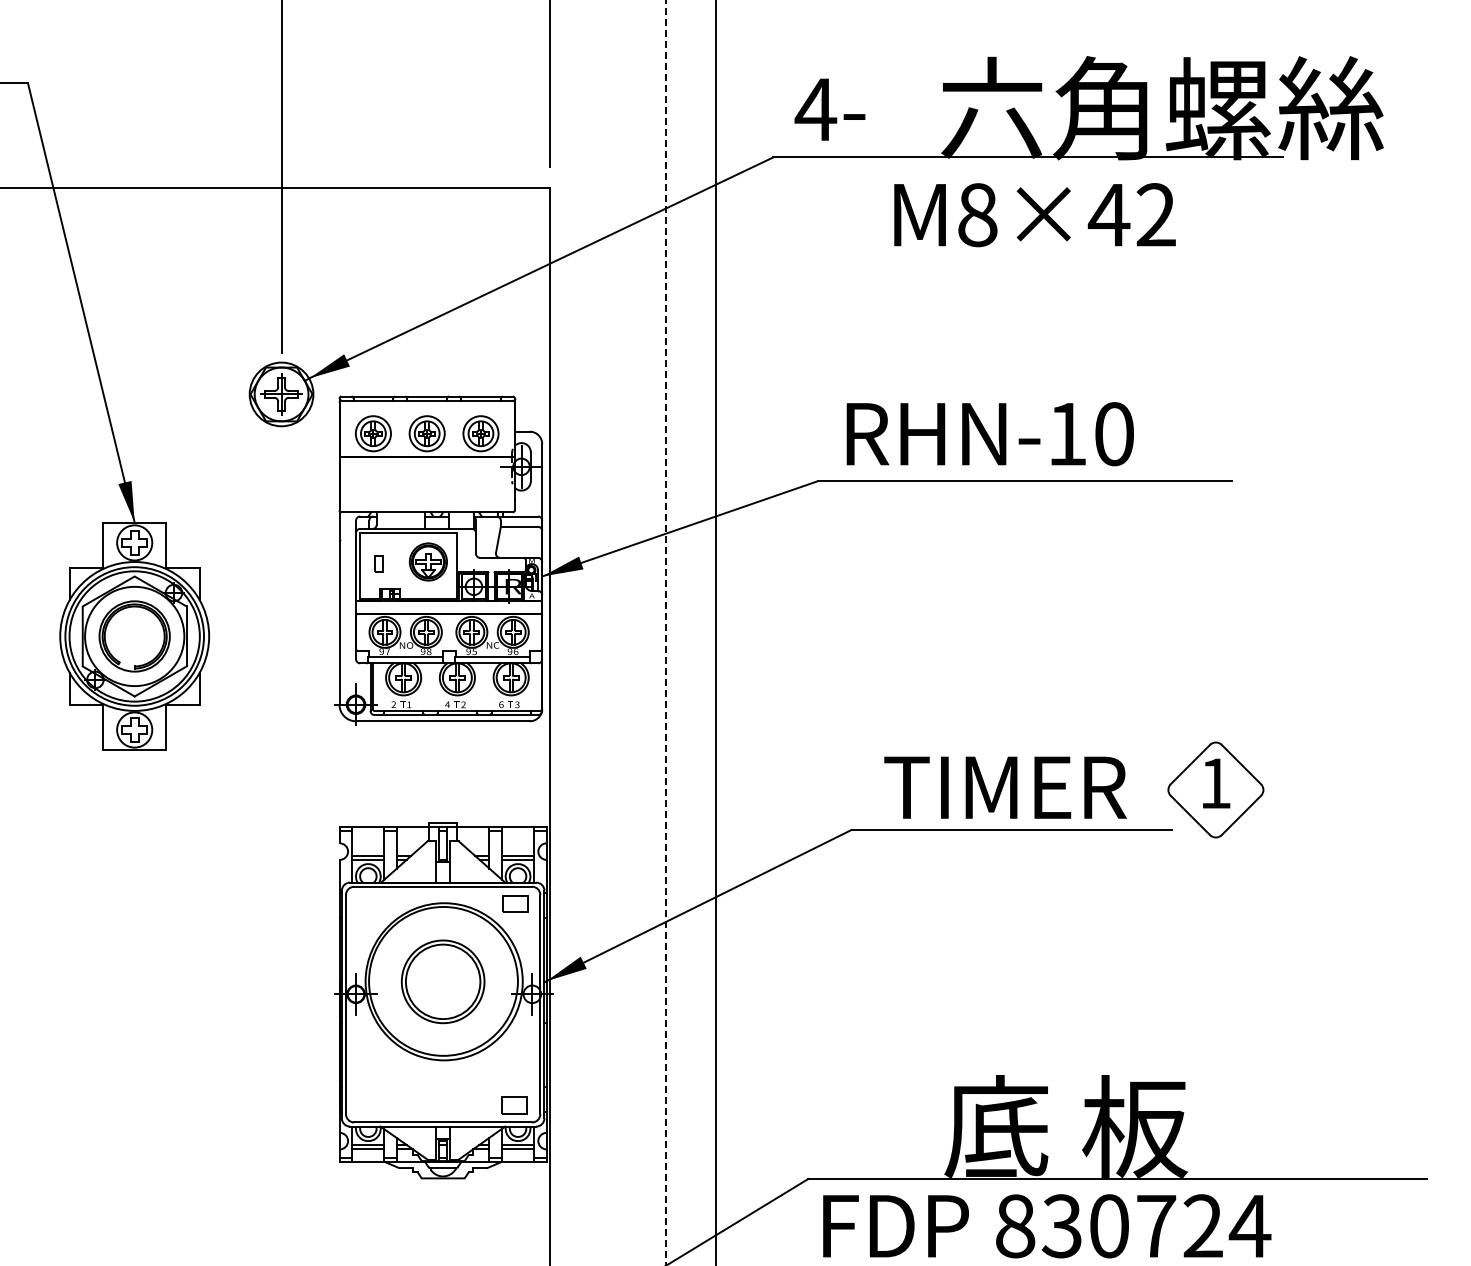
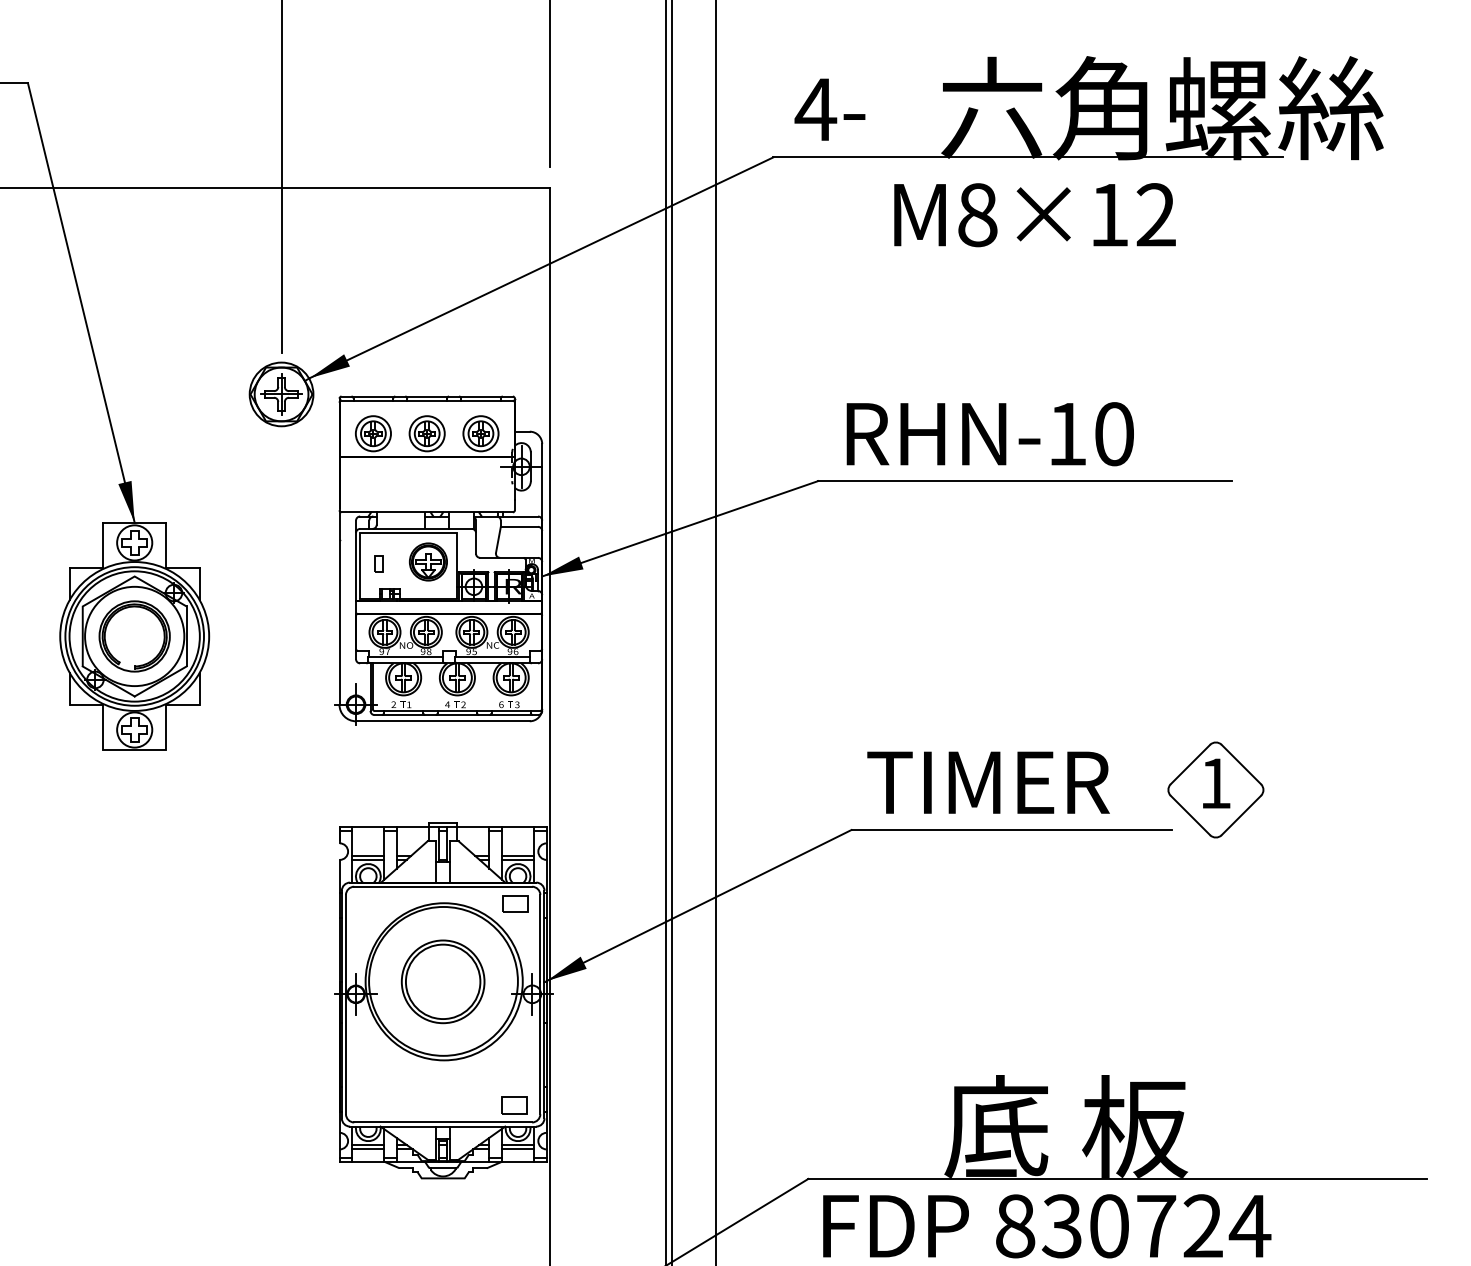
text at (1108, 215): M8×42 -> M8×12
line at (672, 632): none -> present
line at (666, 633): dashed -> solid
text at (1005, 787) position: (1005, 787) -> (988, 782)
